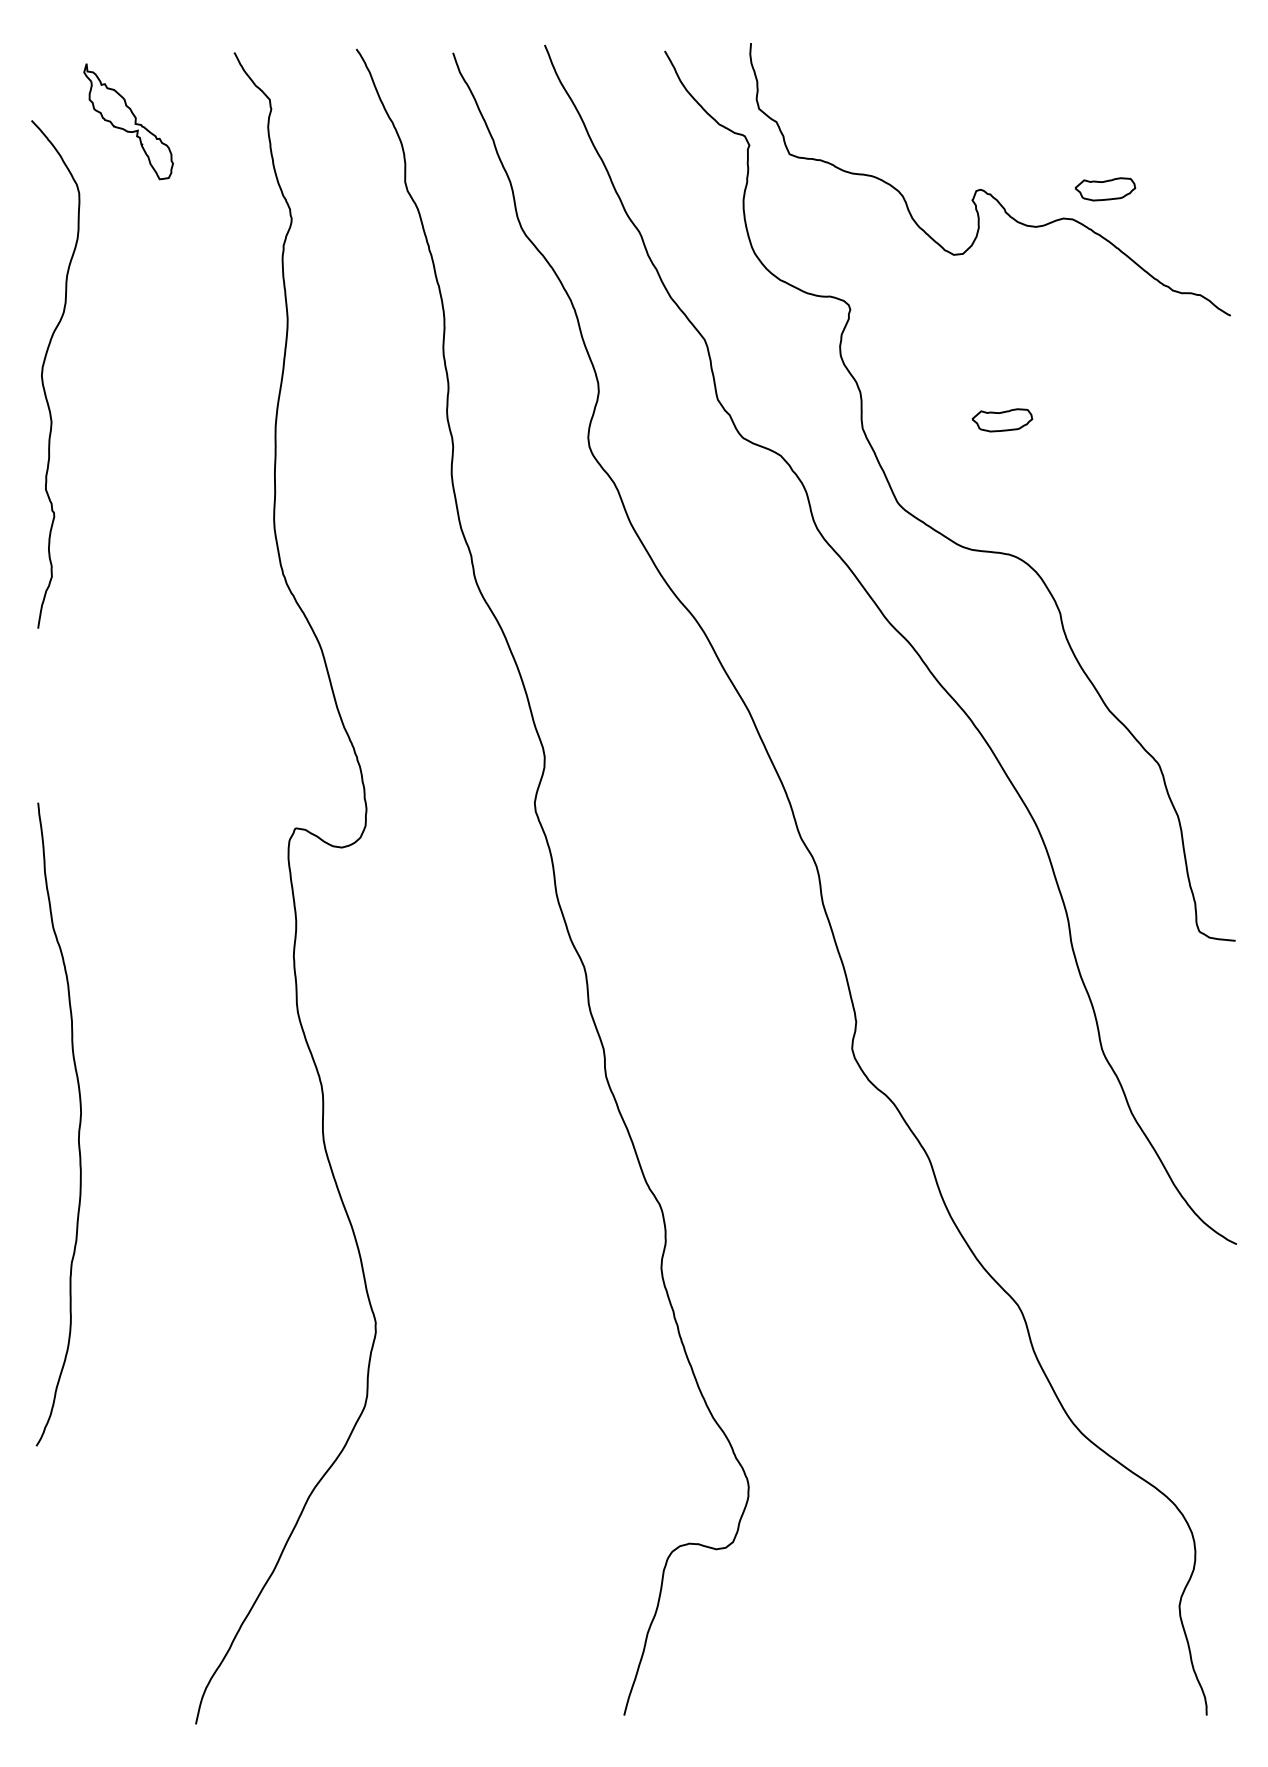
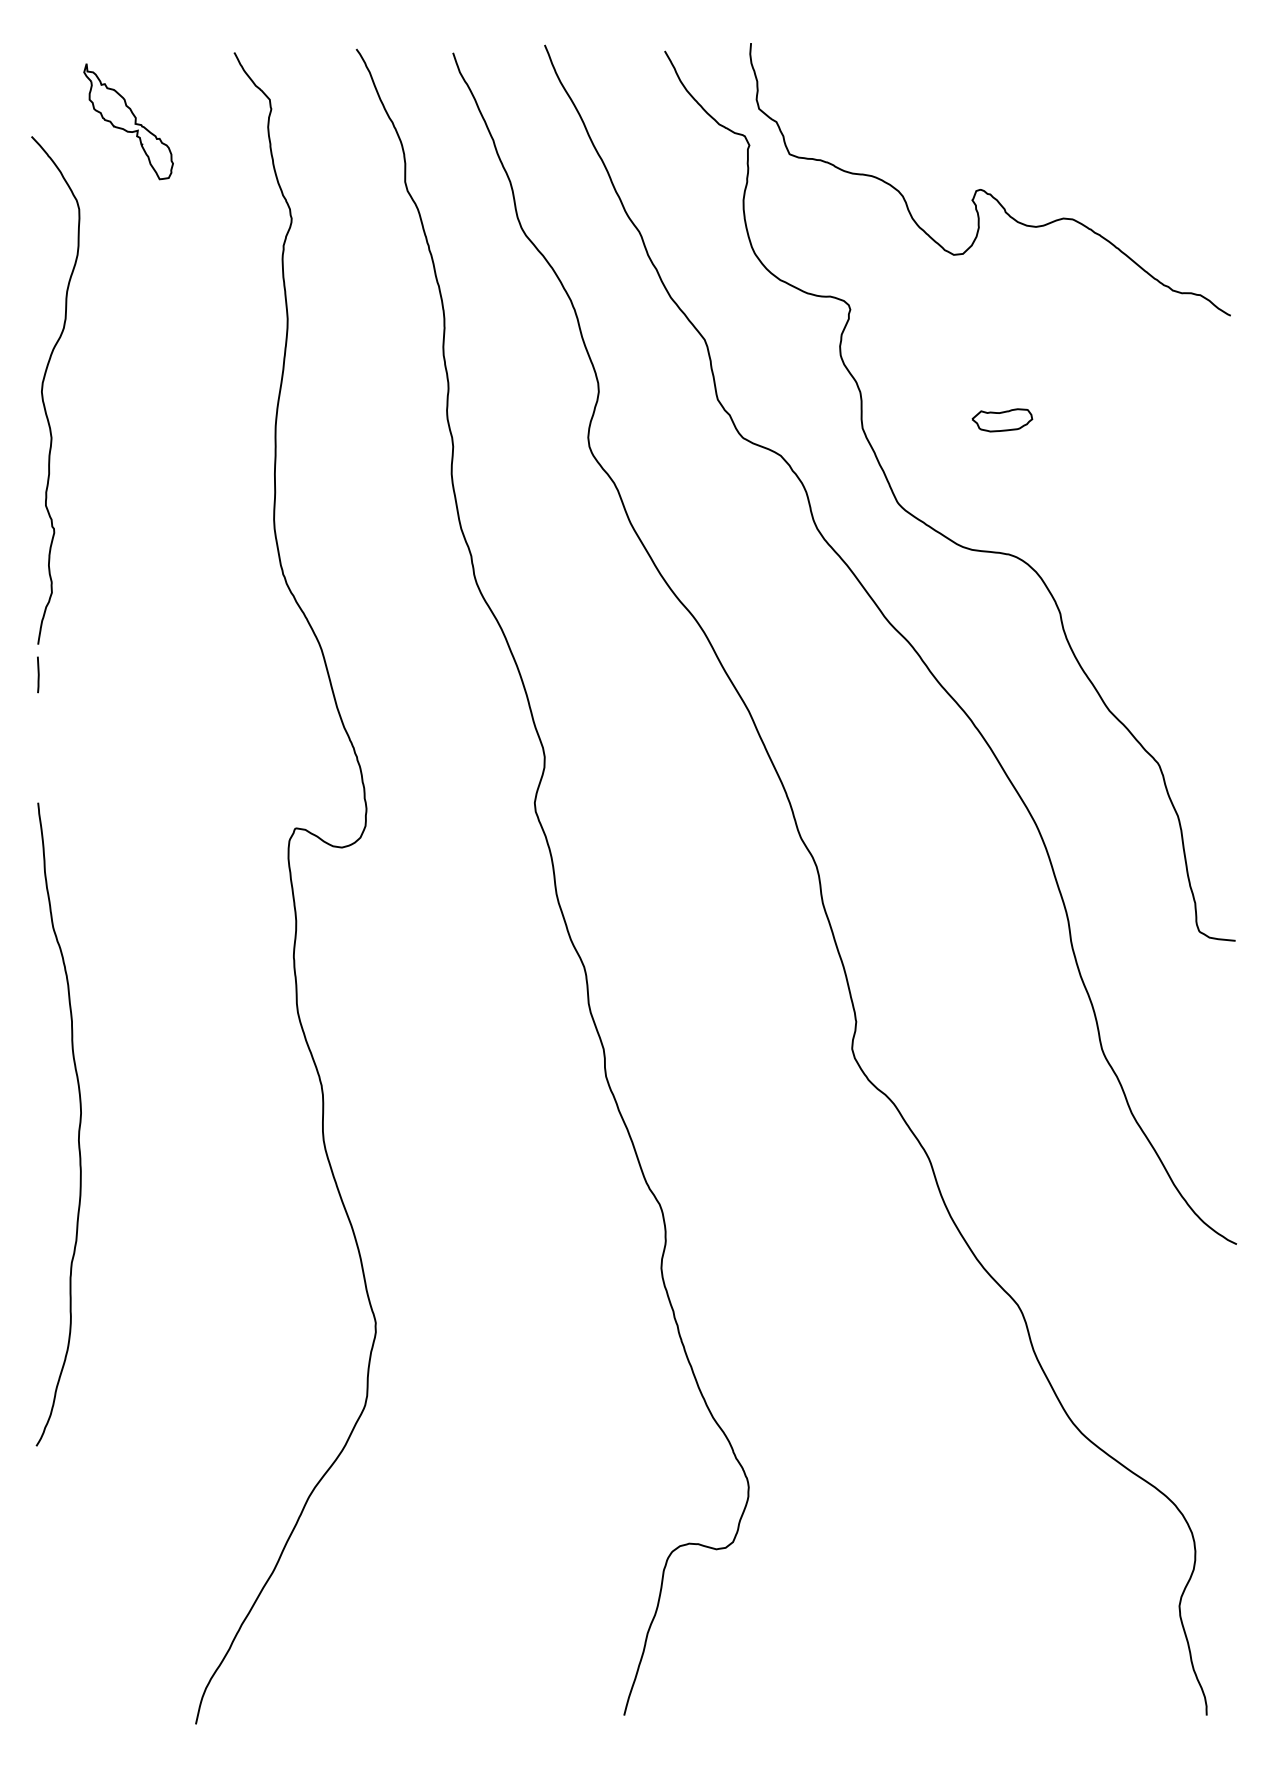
part at (1105, 189): present -> none
curve at (43, 372) position: (43, 372) -> (43, 388)
line at (38, 674): none -> present
